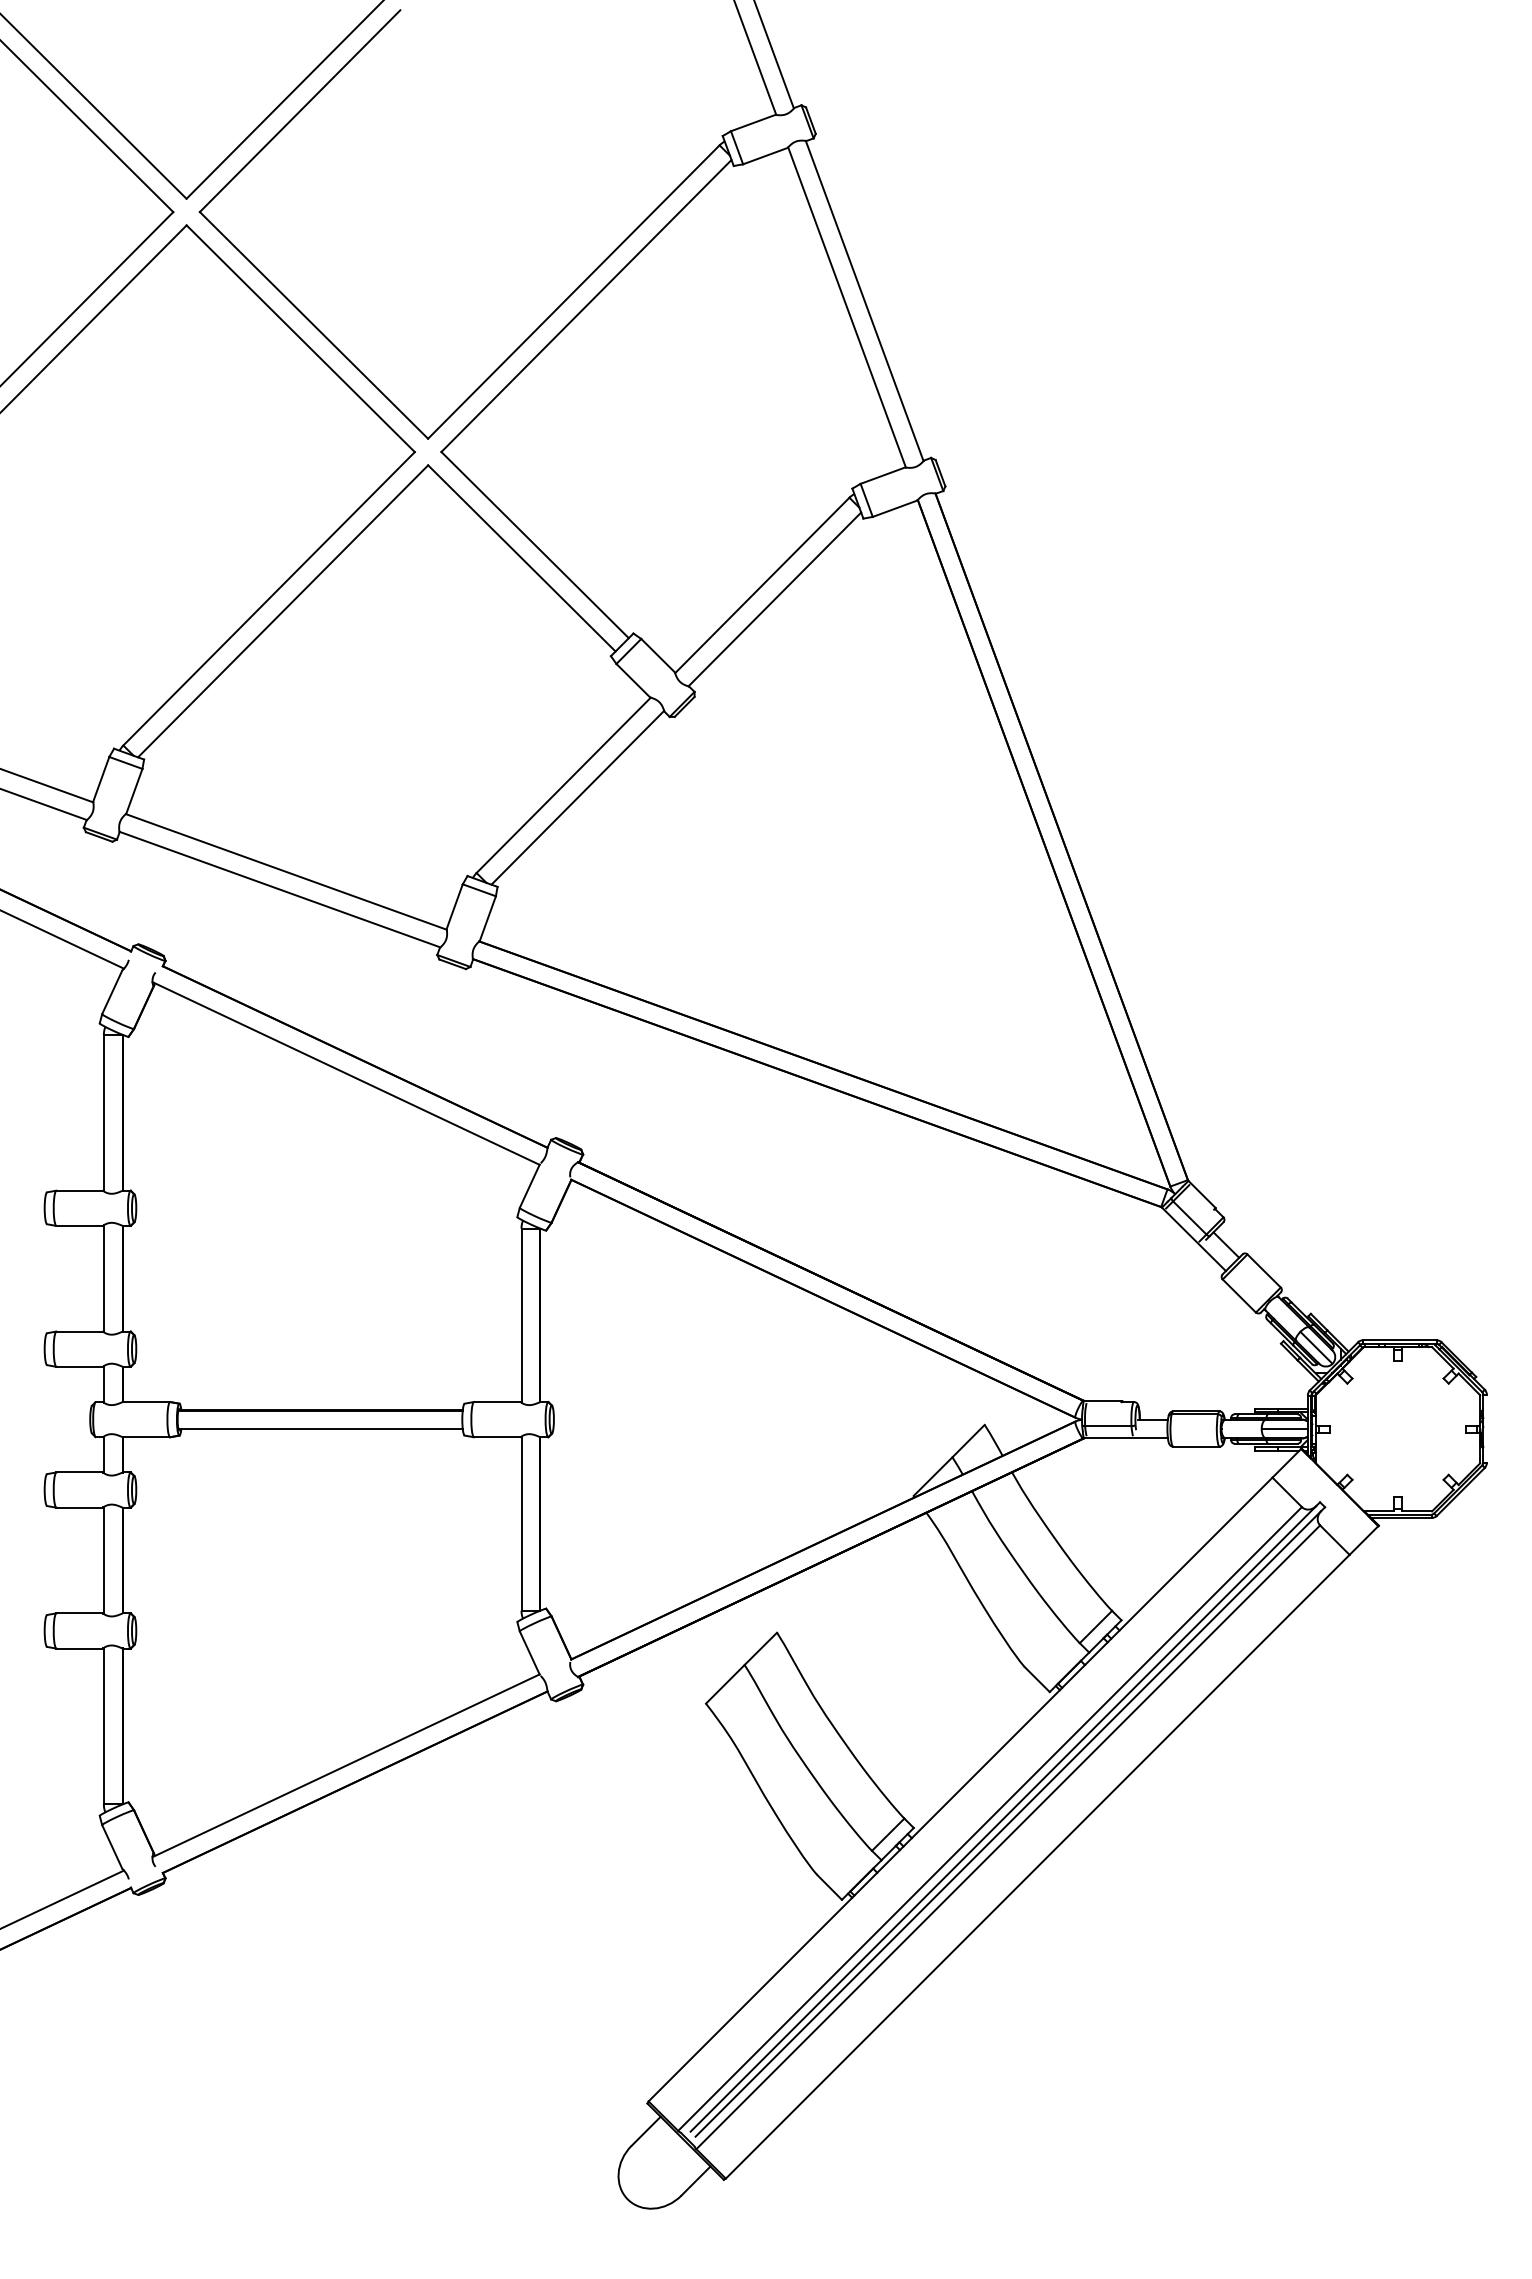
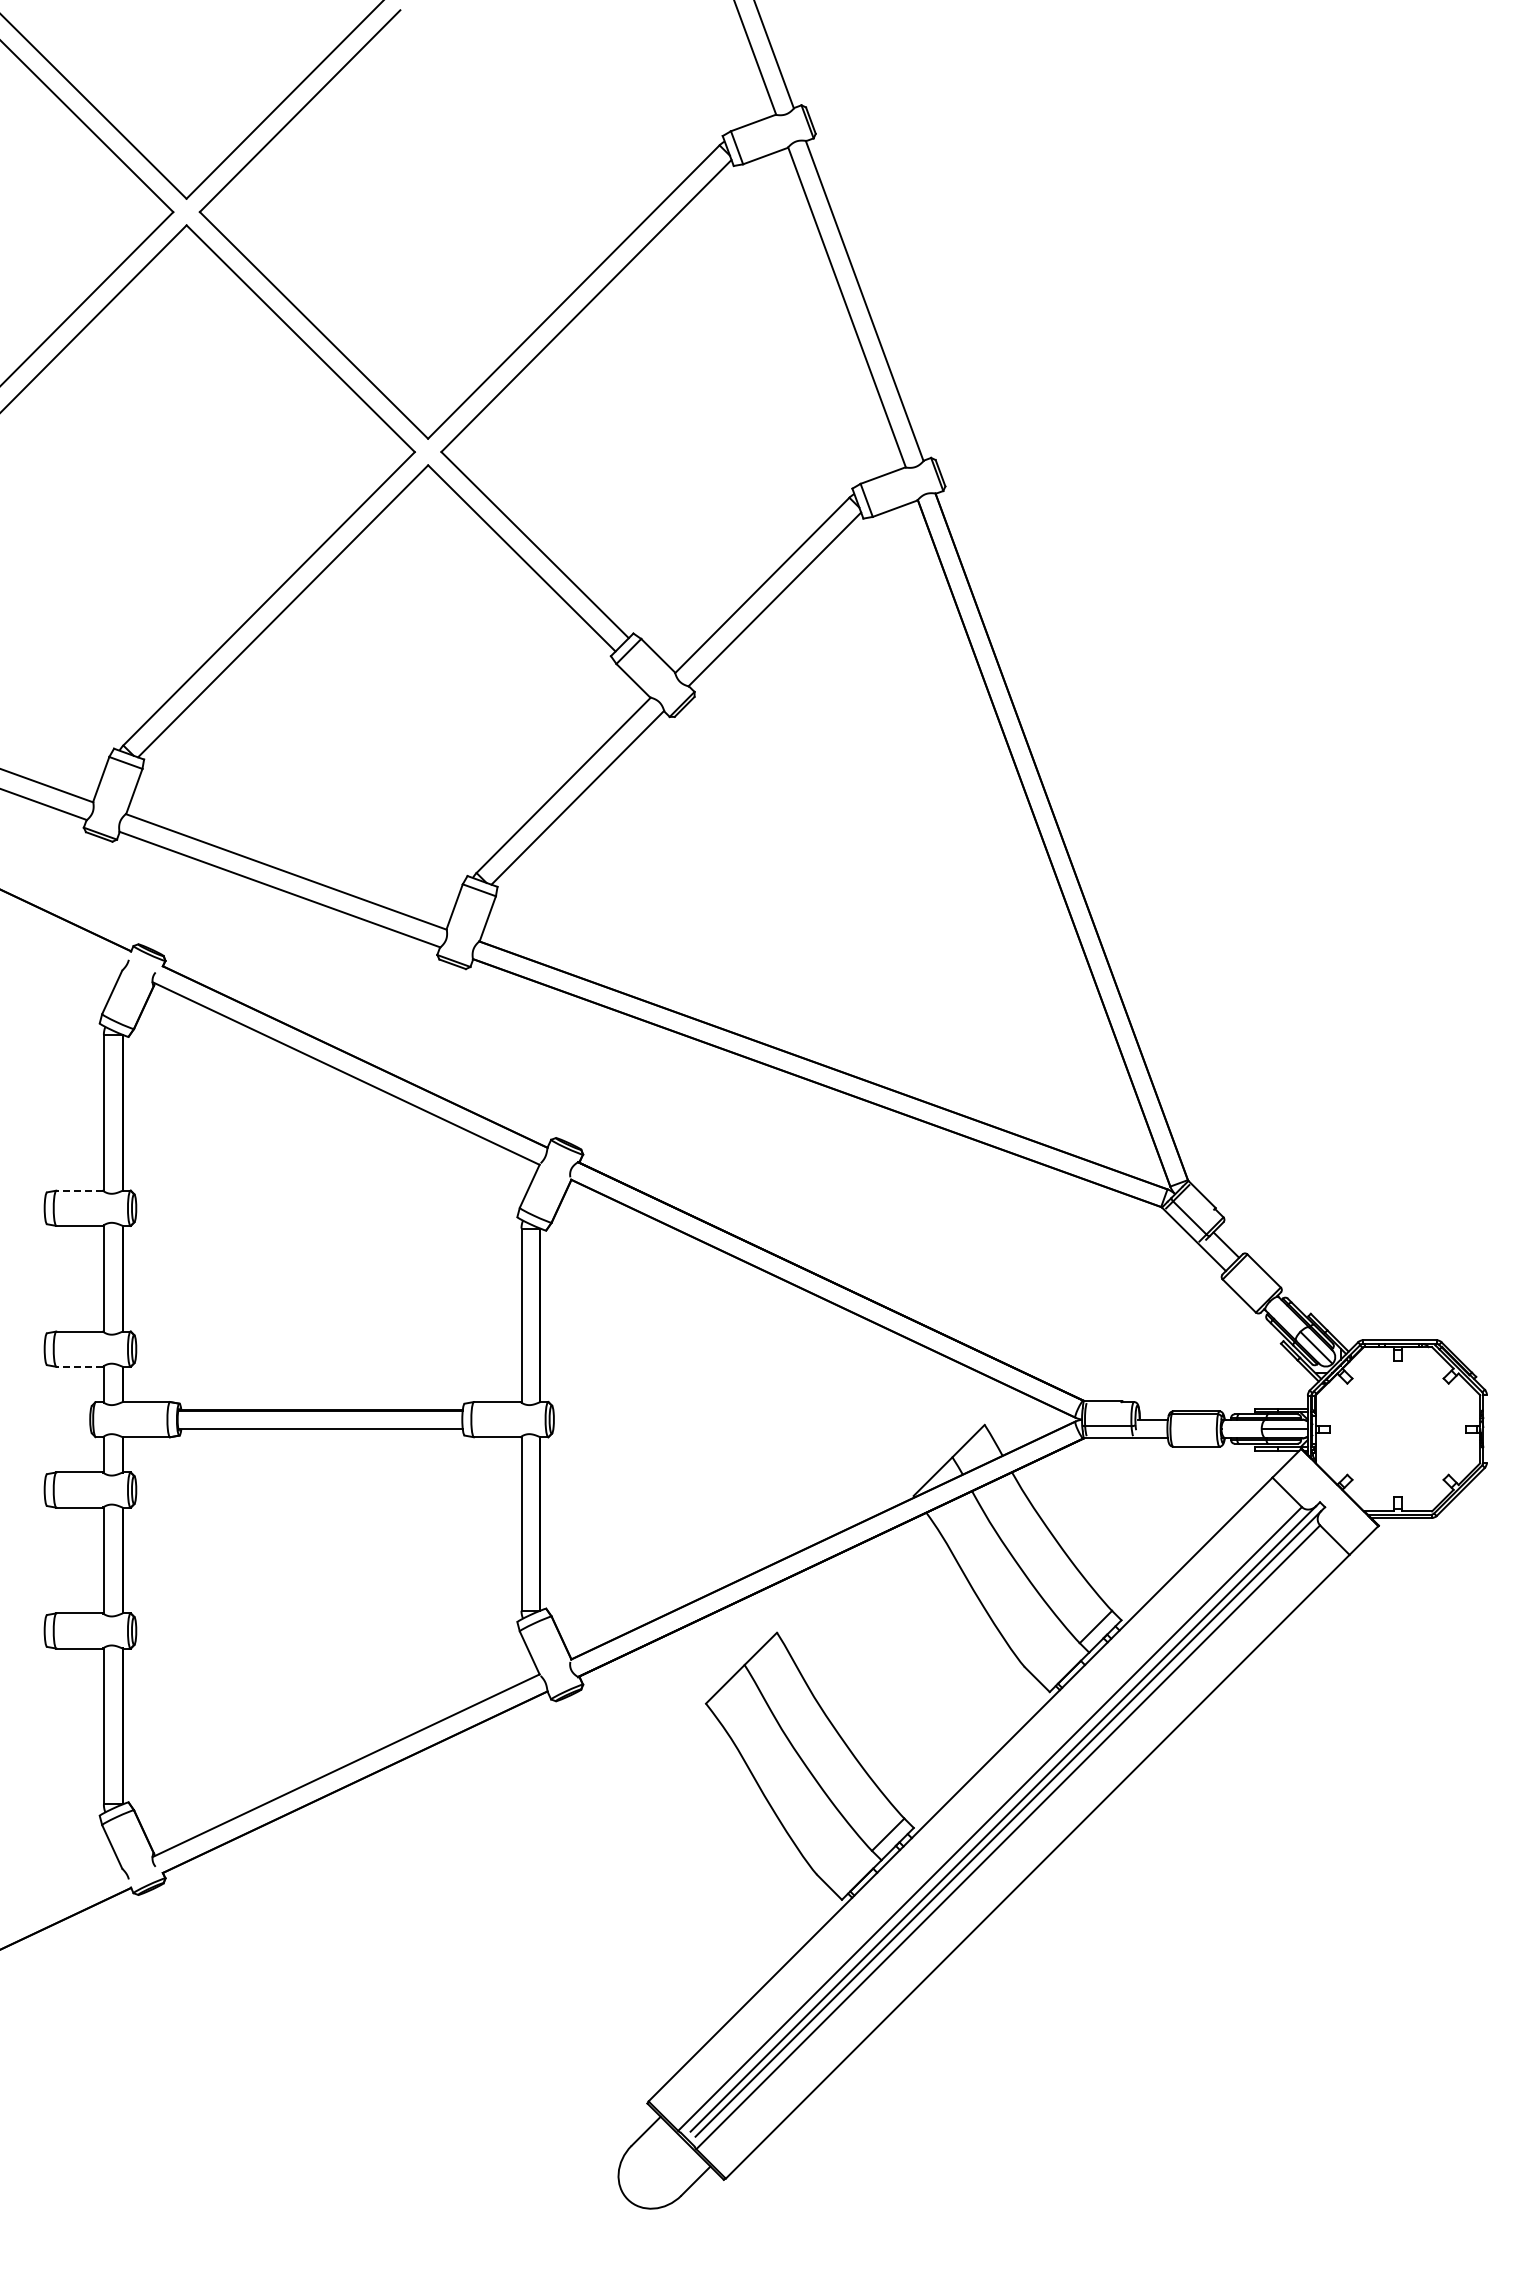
line at (63, 939): present -> none
line at (79, 1190): solid -> dashed
line at (79, 1366): solid -> dashed
line at (63, 1898): present -> none
